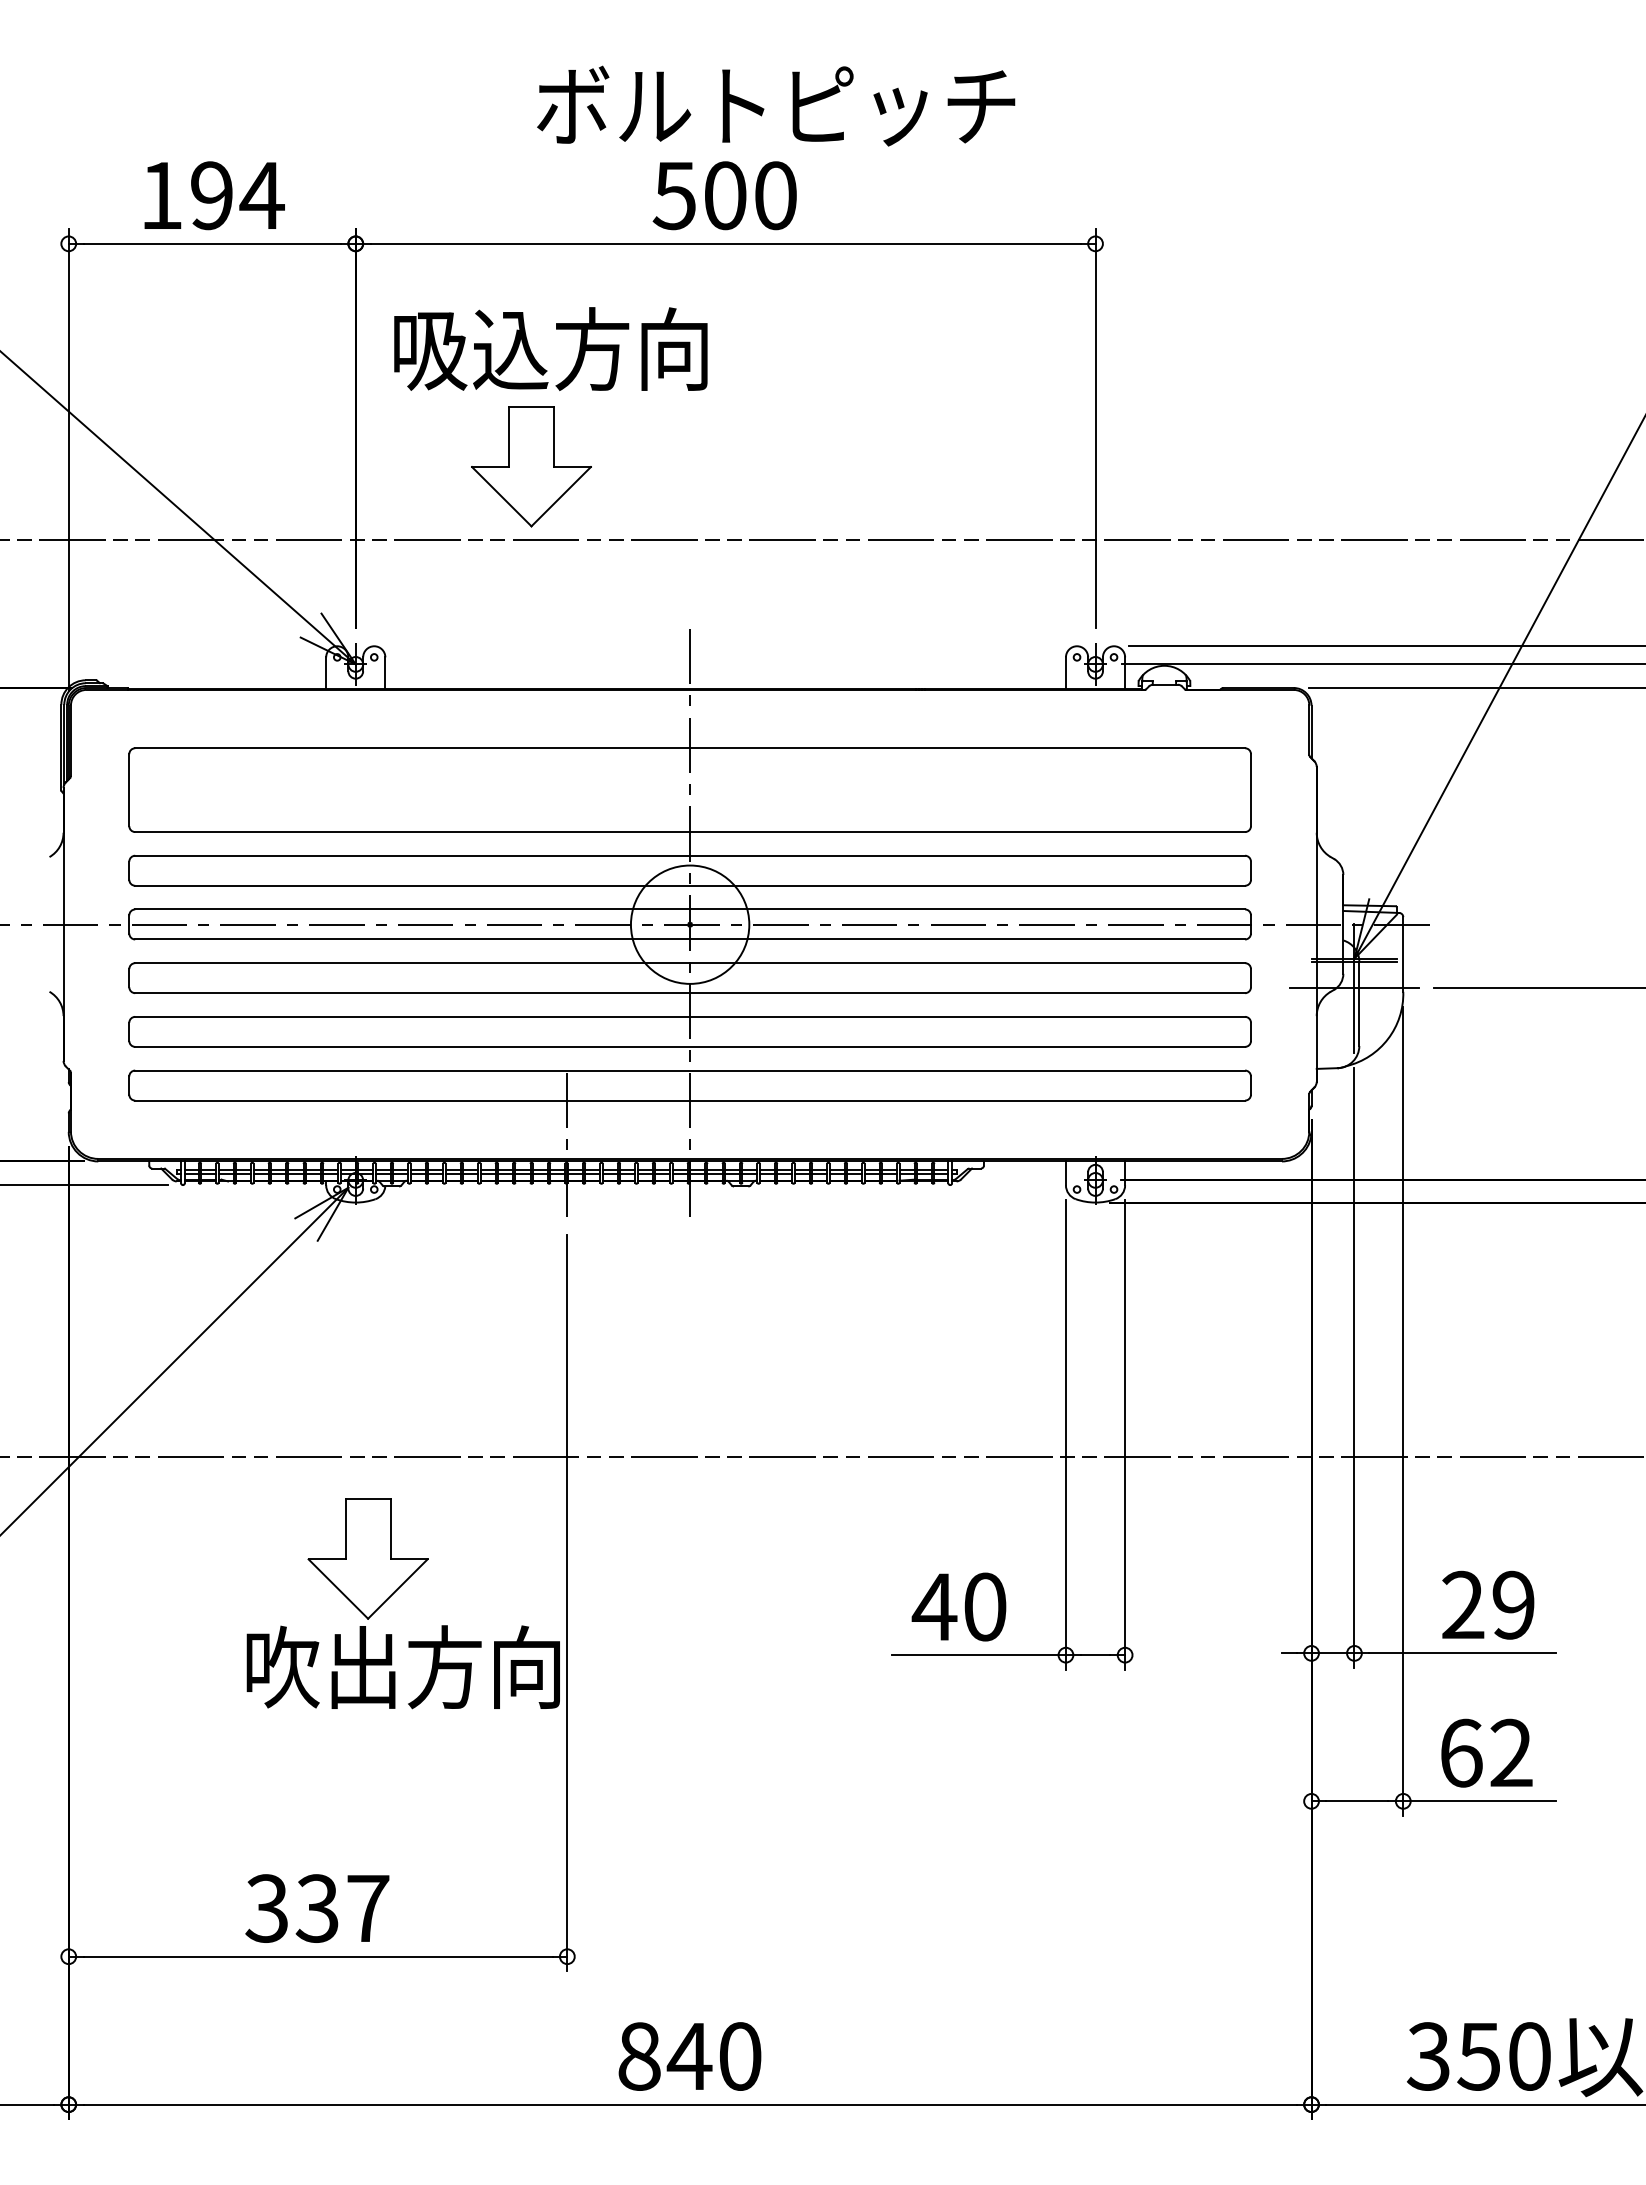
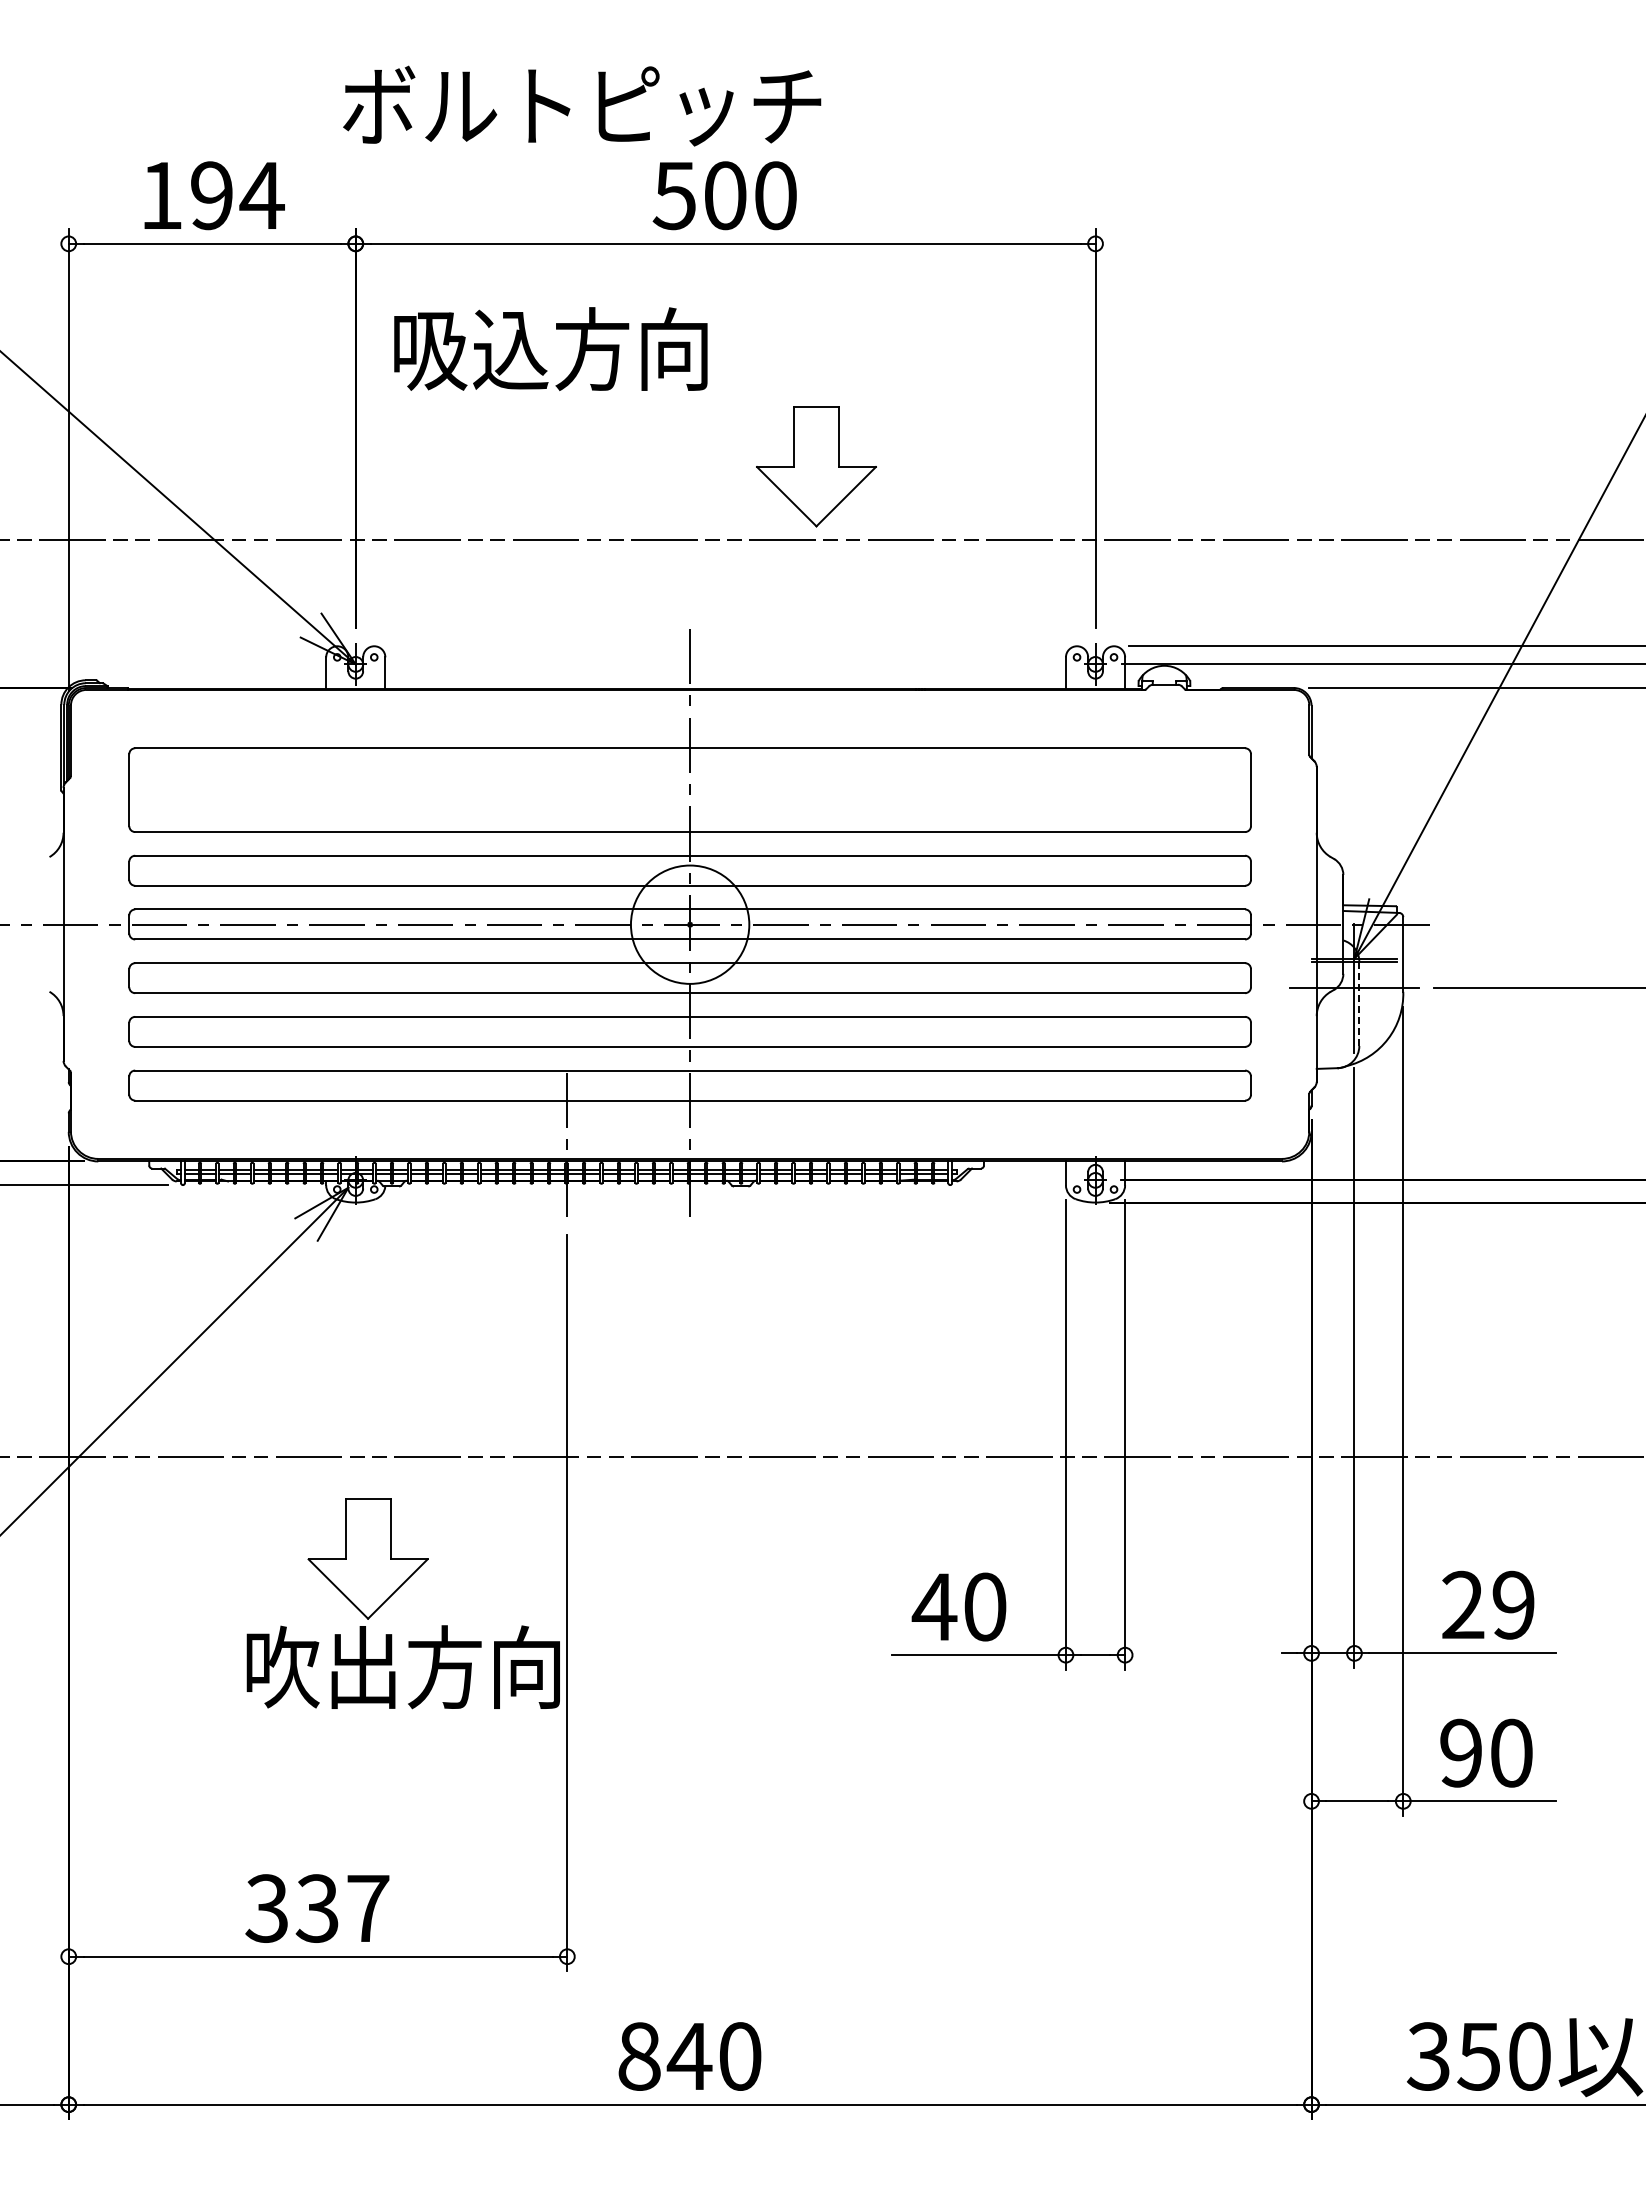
text at (776, 105) position: (776, 105) -> (582, 105)
part at (531, 466) position: (531, 466) -> (816, 466)
line at (1359, 1003): solid -> dashed
text at (1486, 1752): 62 -> 90
